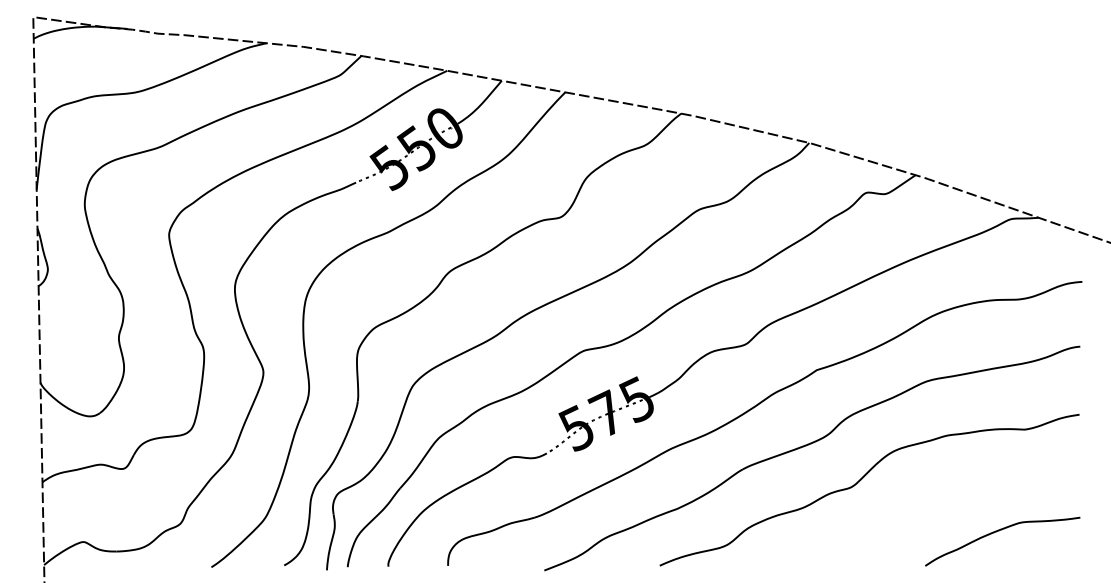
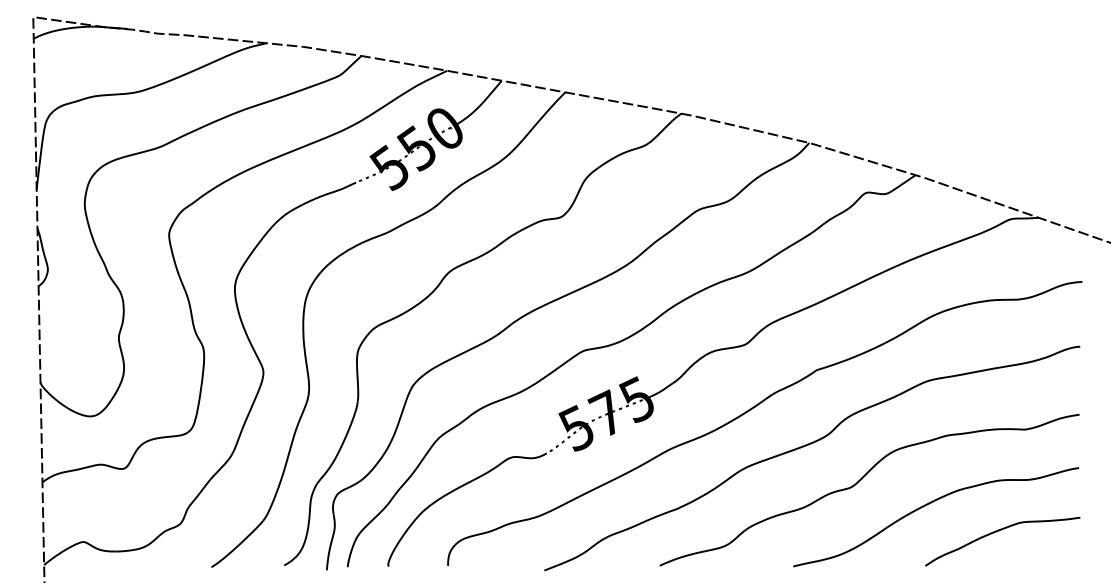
curve at (929, 504): none -> present
